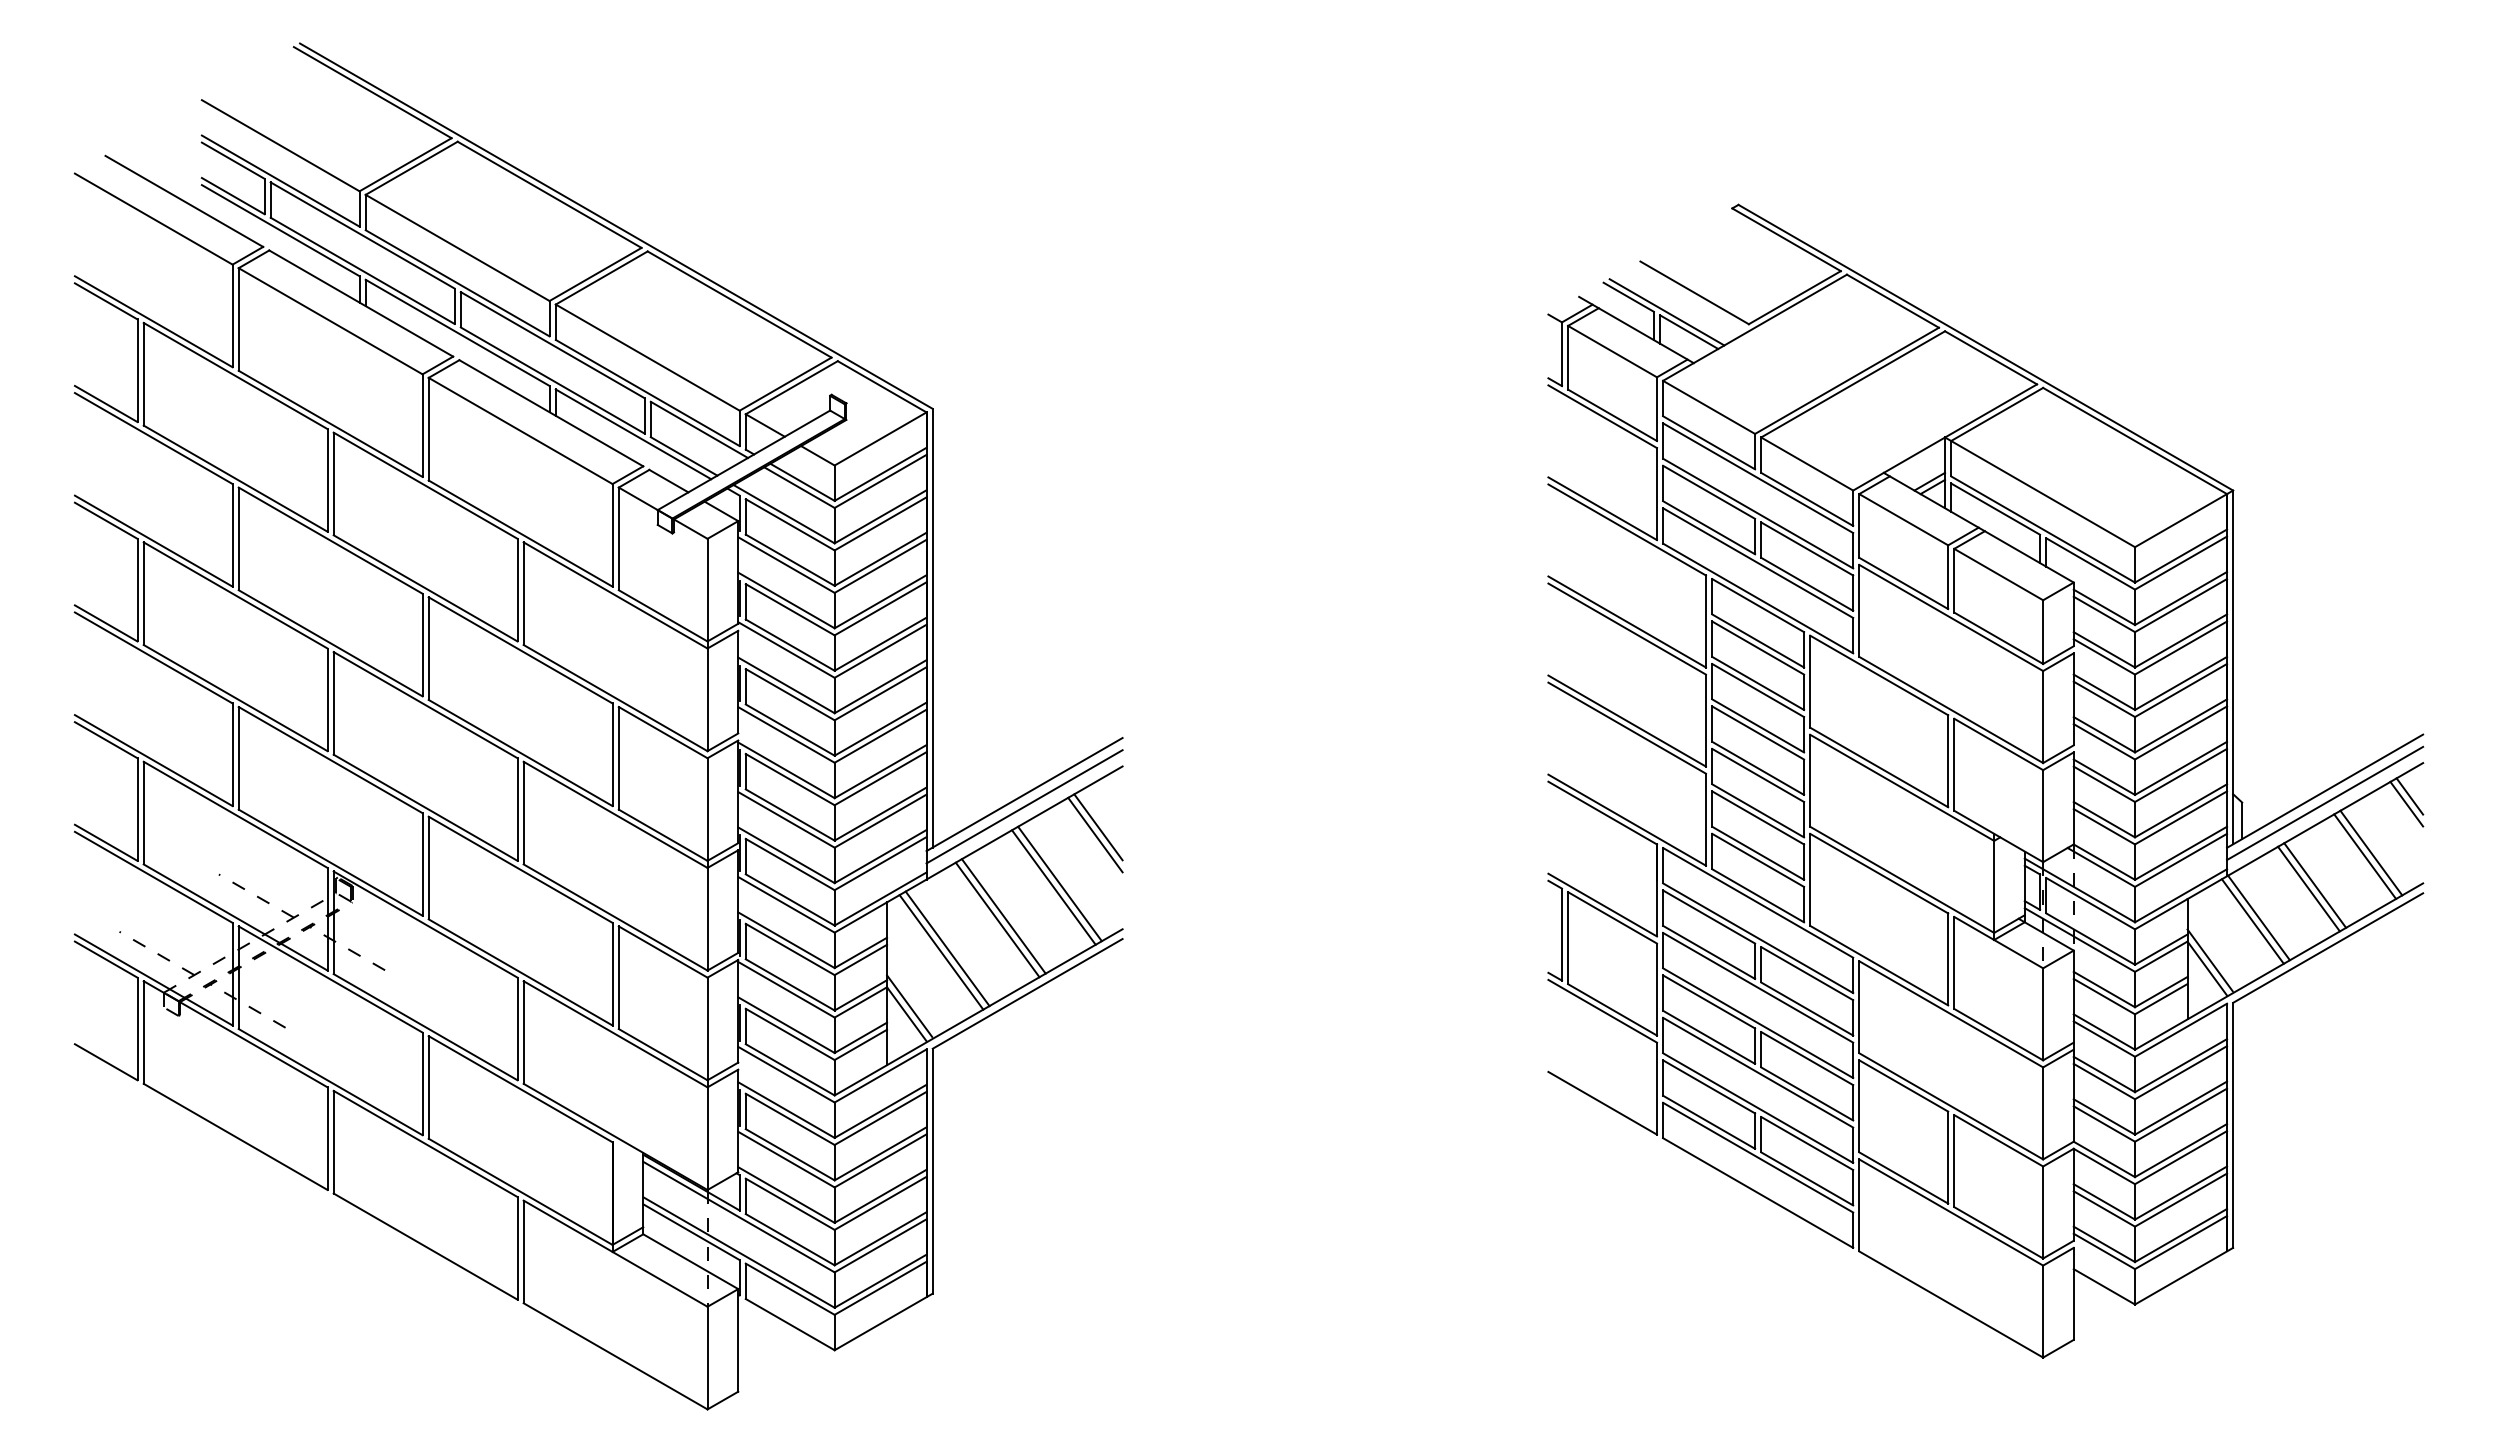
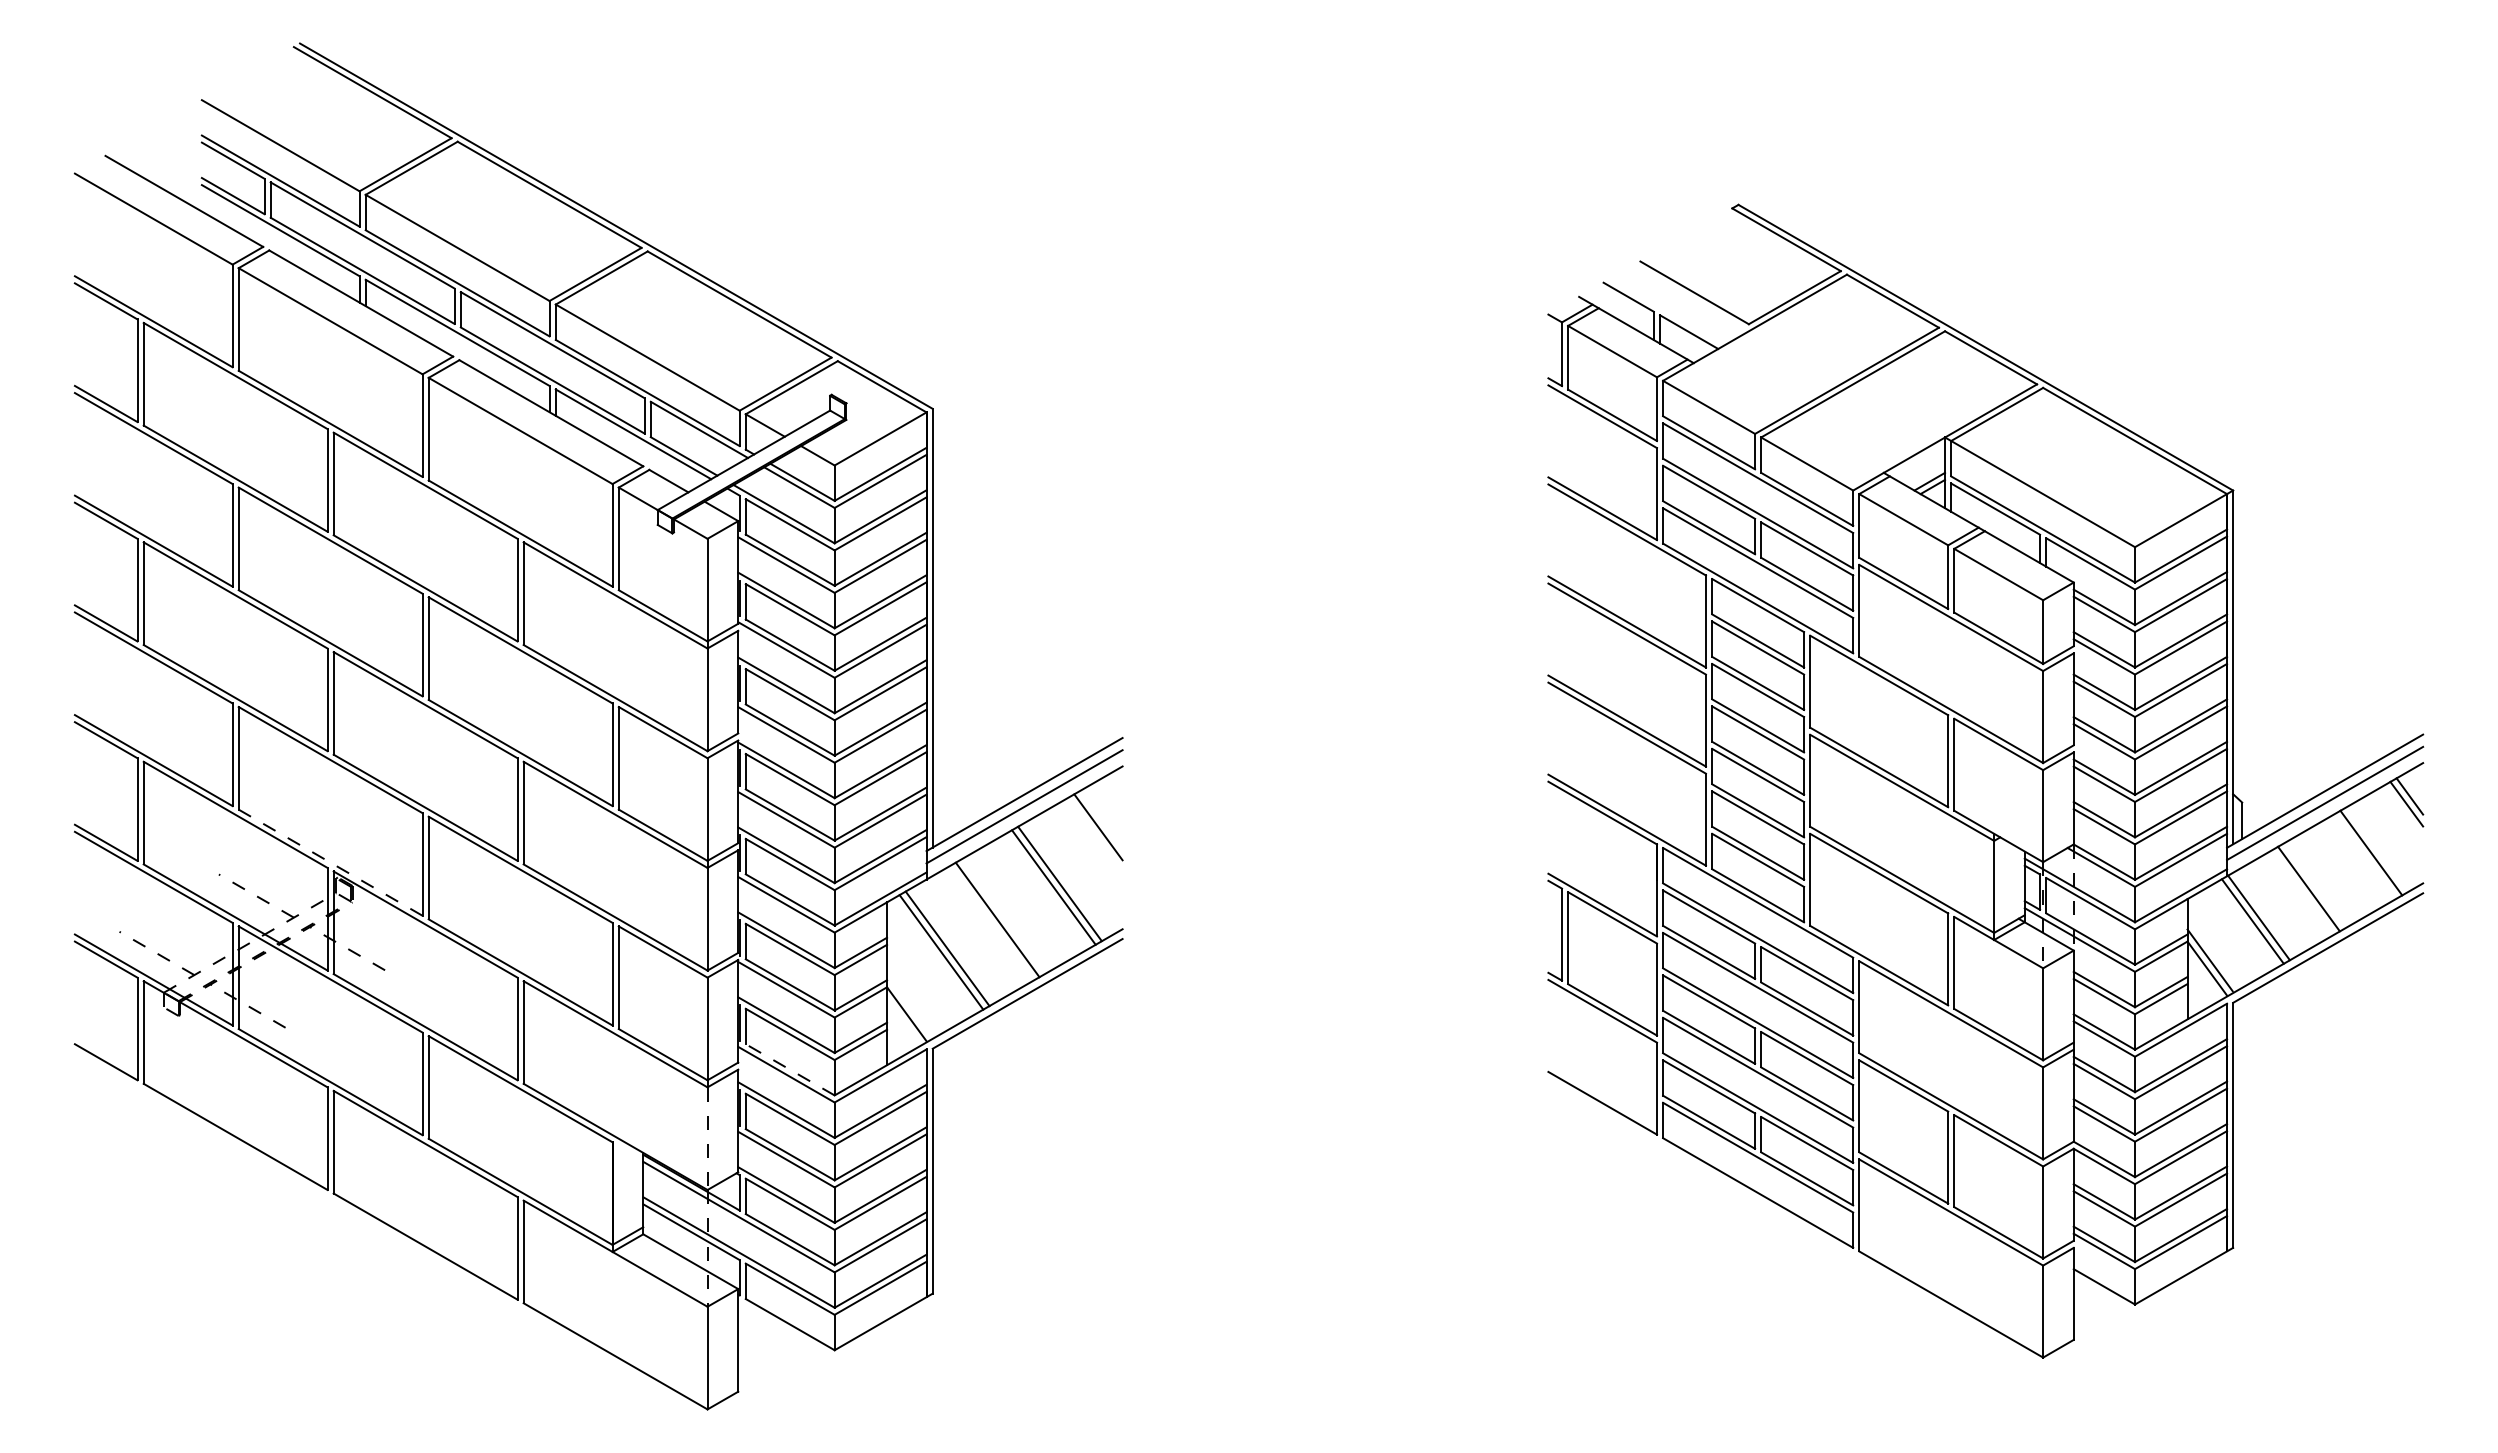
line at (1666, 312): present -> none
line at (1095, 834): present -> none
line at (2365, 856): present -> none
line at (330, 862): solid -> dashed
line at (2315, 885): present -> none
line at (1003, 916): present -> none
line at (909, 1005): present -> none
line at (789, 1069): solid -> dashed
line at (707, 1139): solid -> dashed
